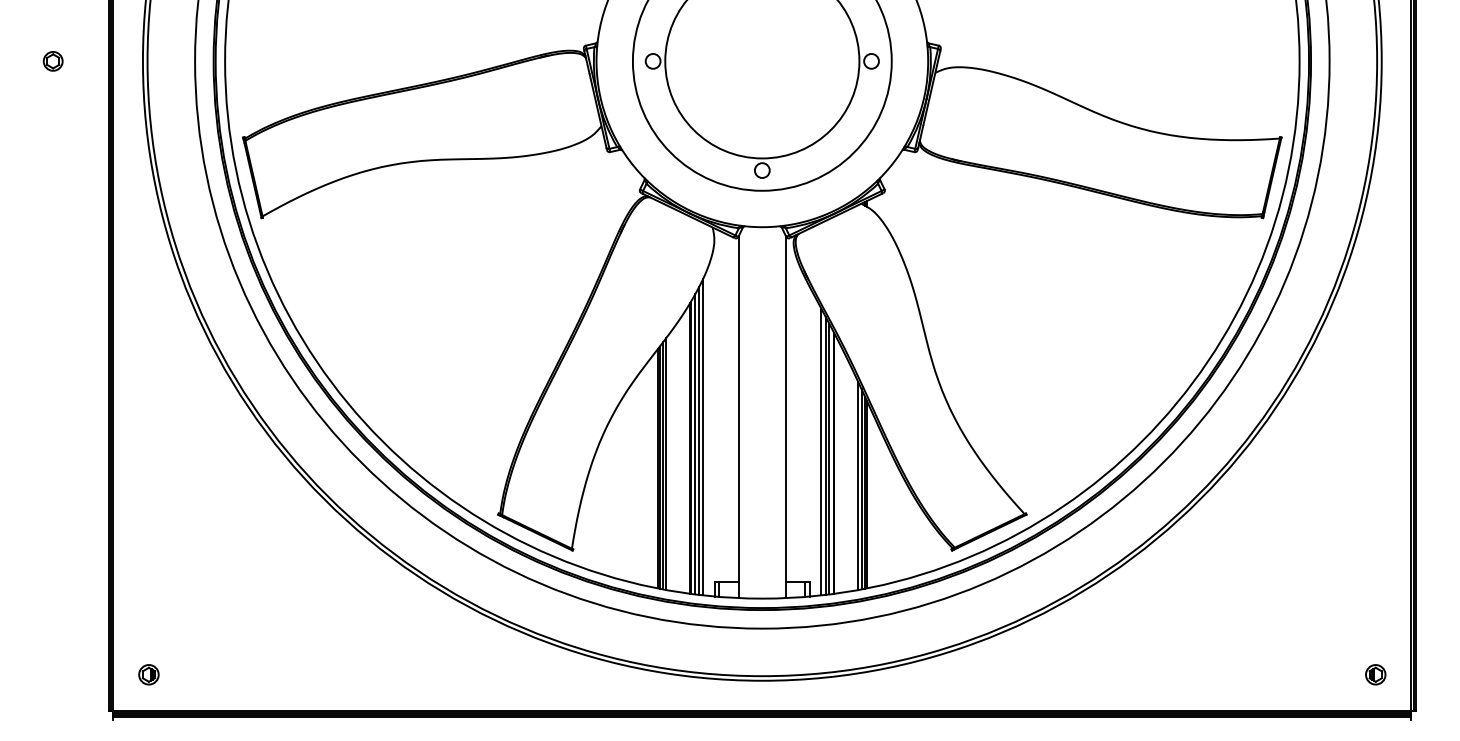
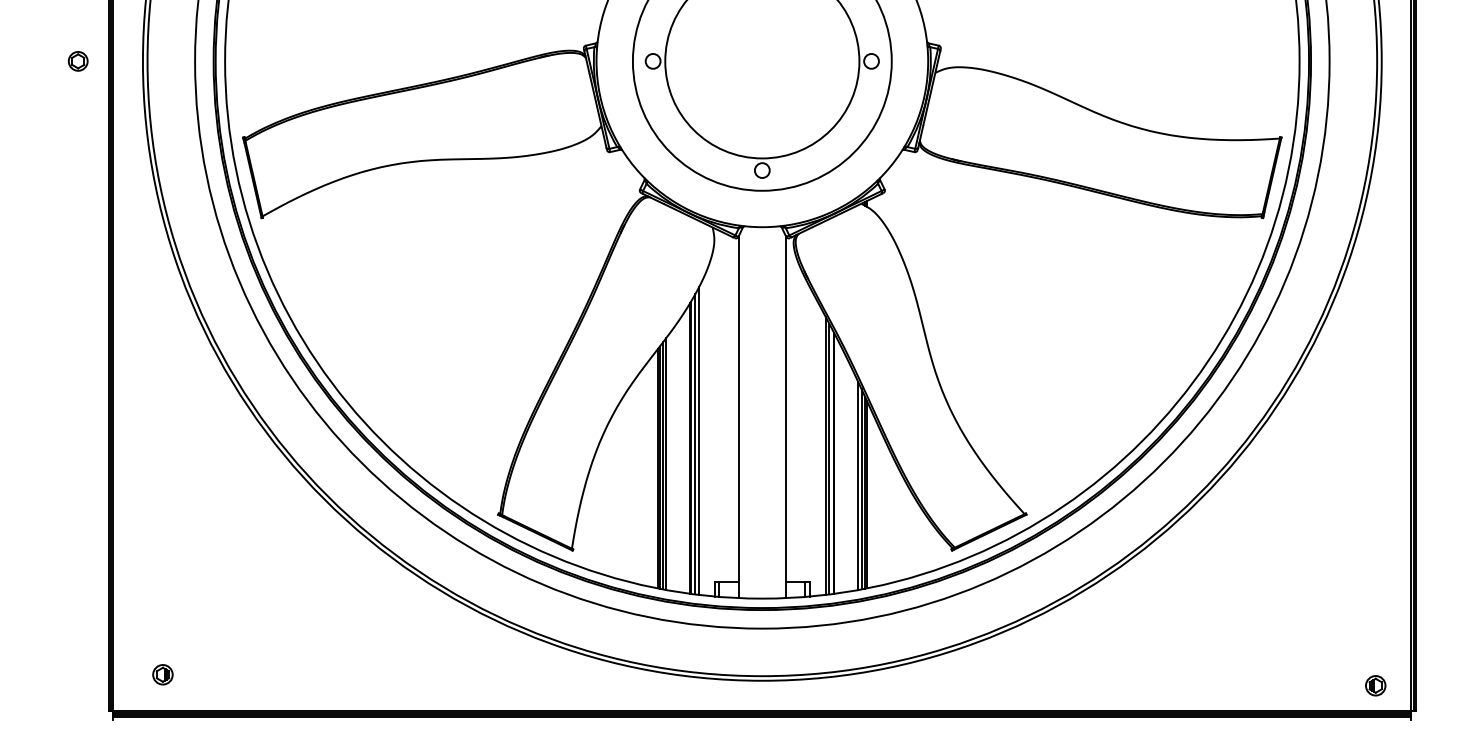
part at (52, 61) position: (52, 61) -> (77, 61)
line at (703, 436): present -> none
line at (821, 451): present -> none
part at (148, 674) position: (148, 674) -> (162, 674)
part at (1375, 674) position: (1375, 674) -> (1375, 685)
